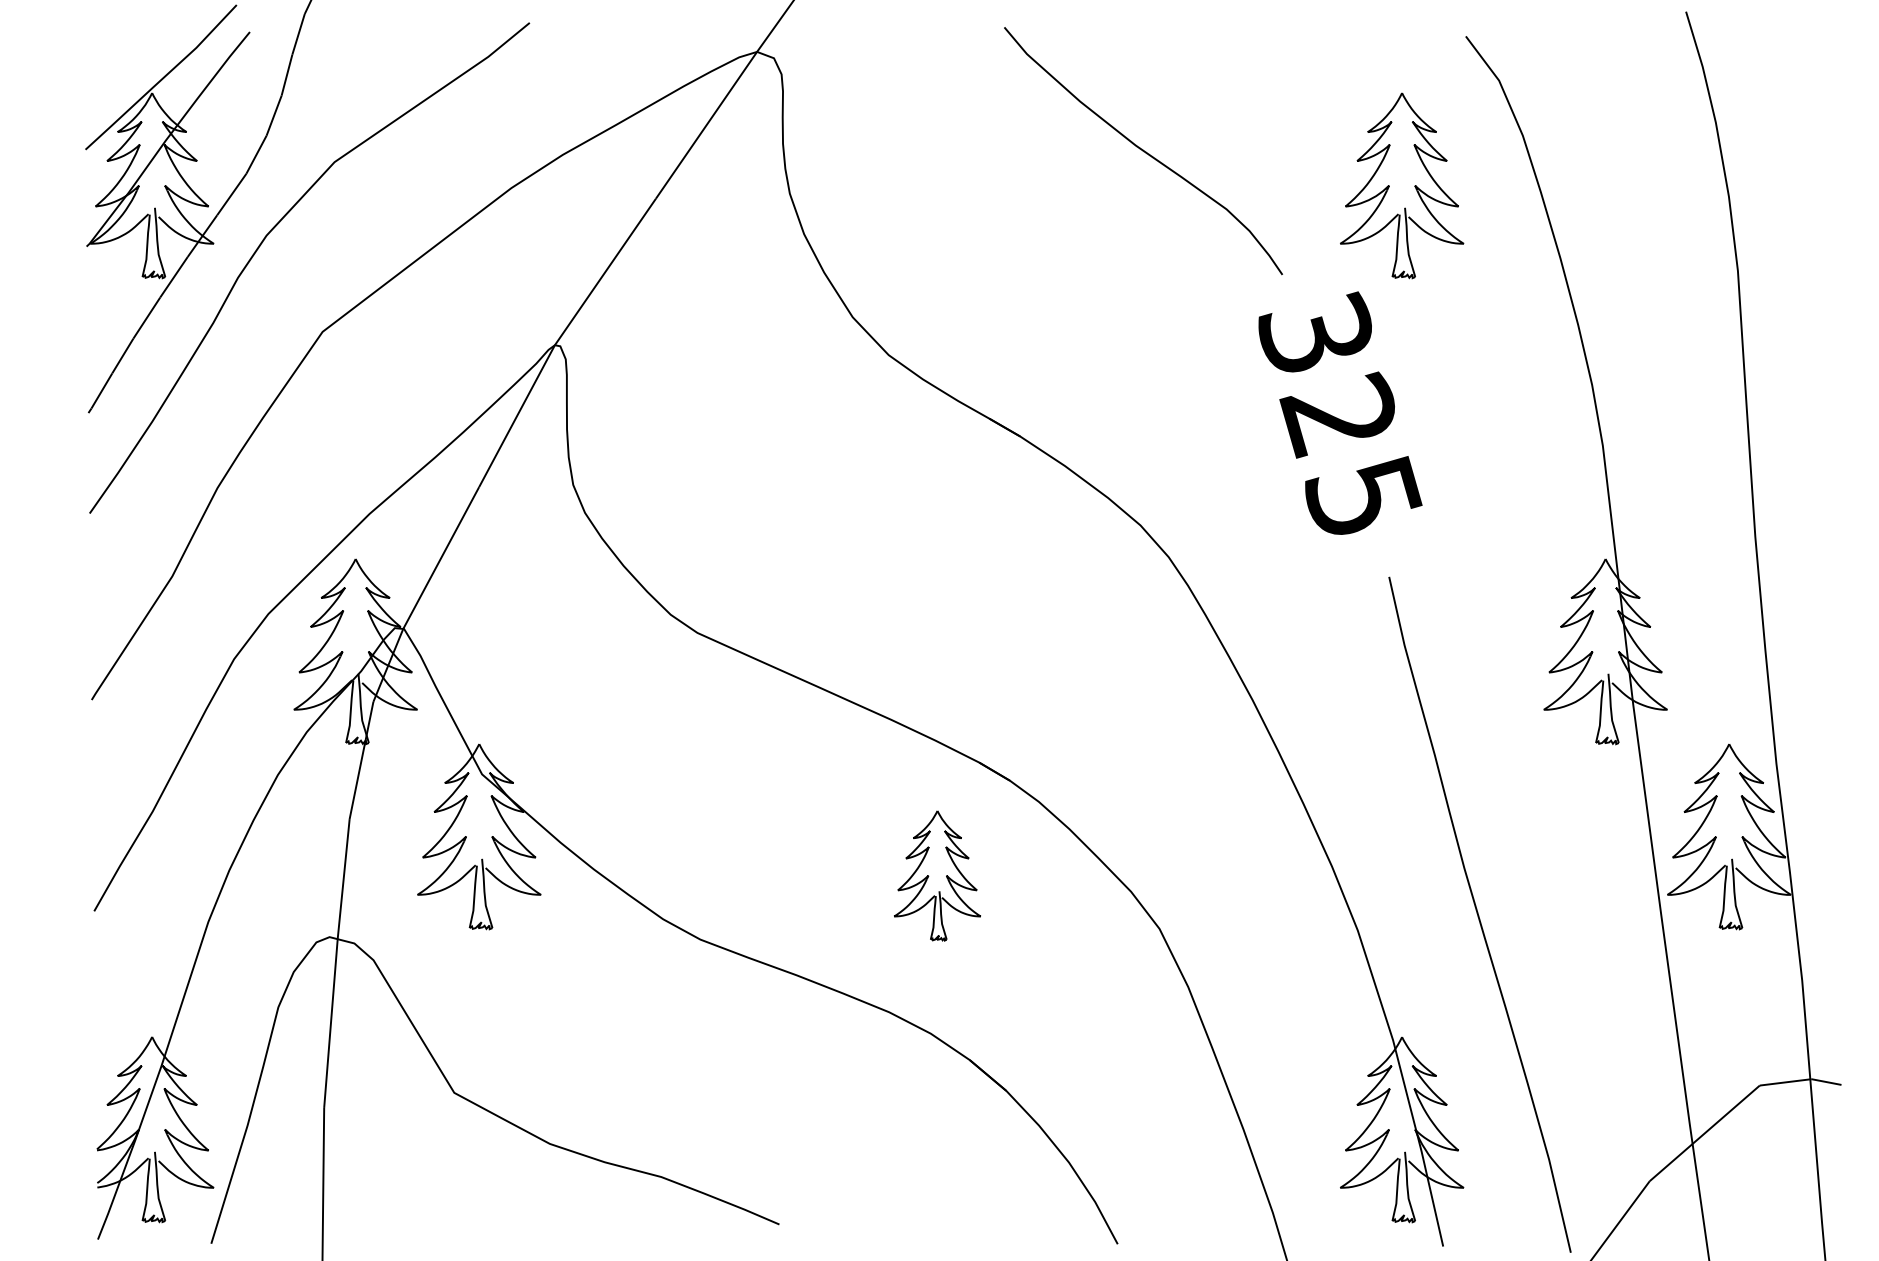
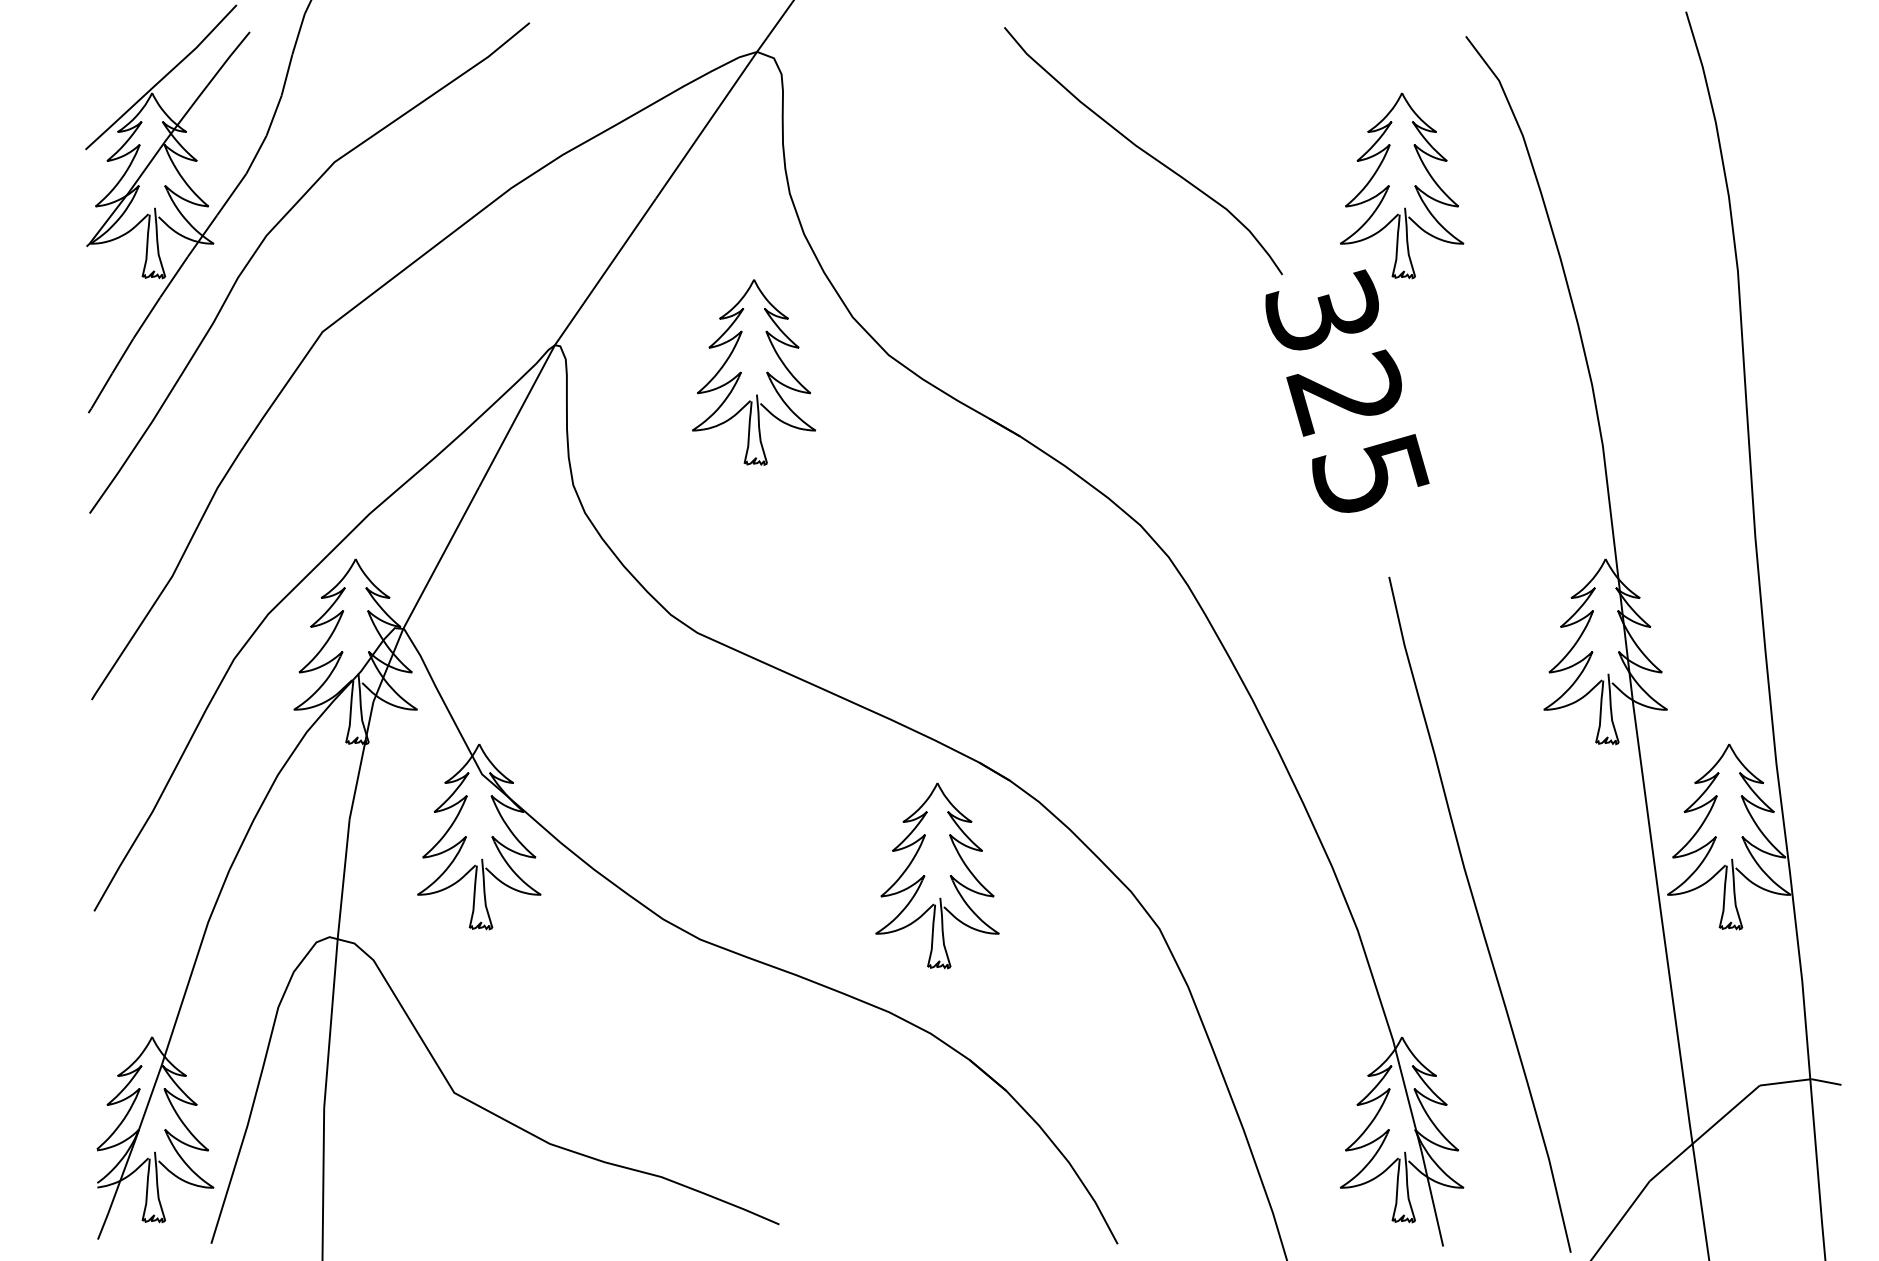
part at (741, 372): none -> present
text at (1340, 412) position: (1340, 412) -> (1347, 390)
part at (937, 875) size: 87x132 px -> 125x188 px
